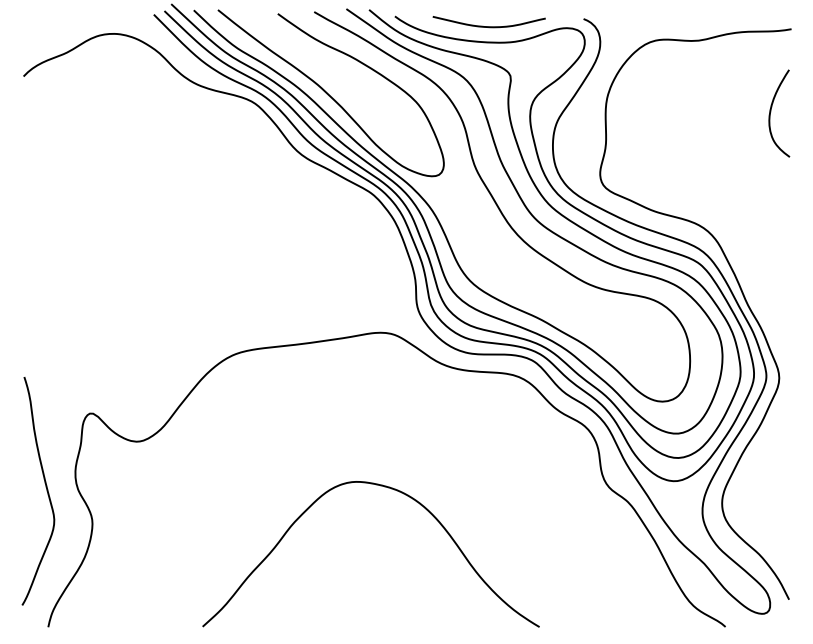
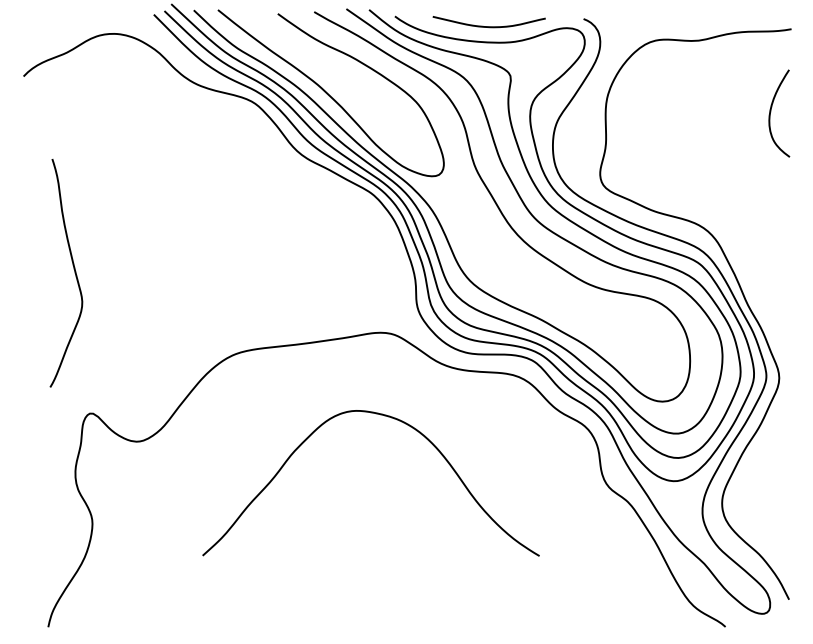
curve at (391, 489) position: (391, 489) -> (391, 418)
curve at (46, 491) position: (46, 491) -> (74, 273)
